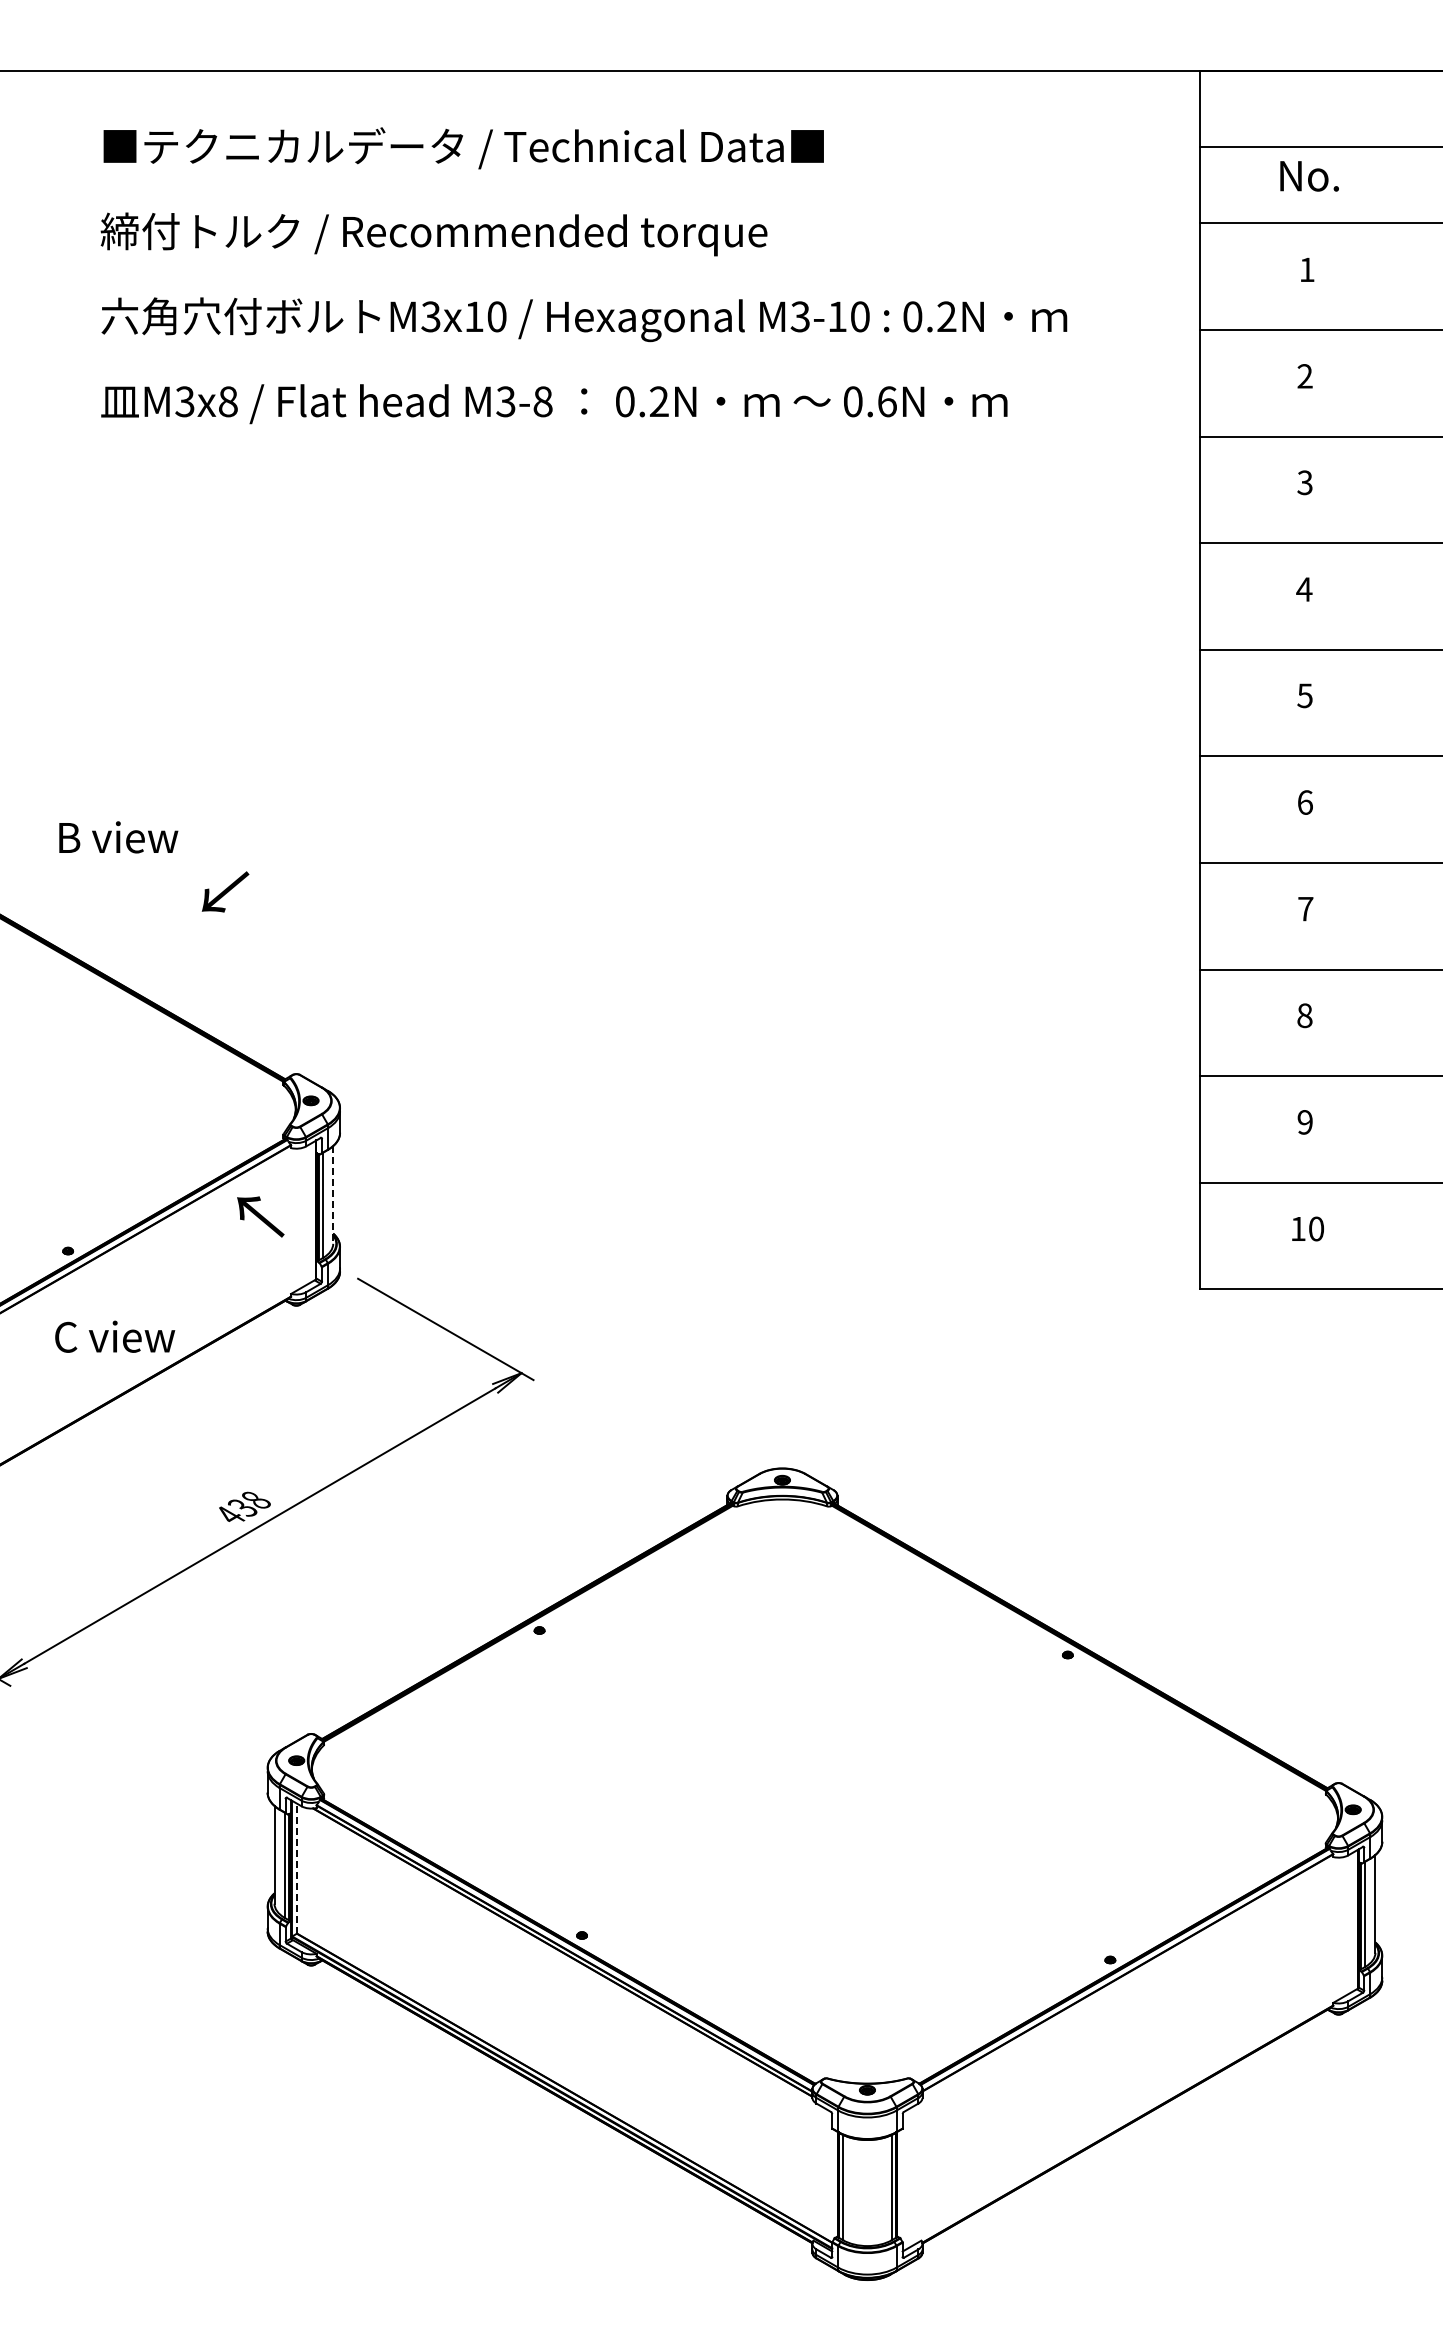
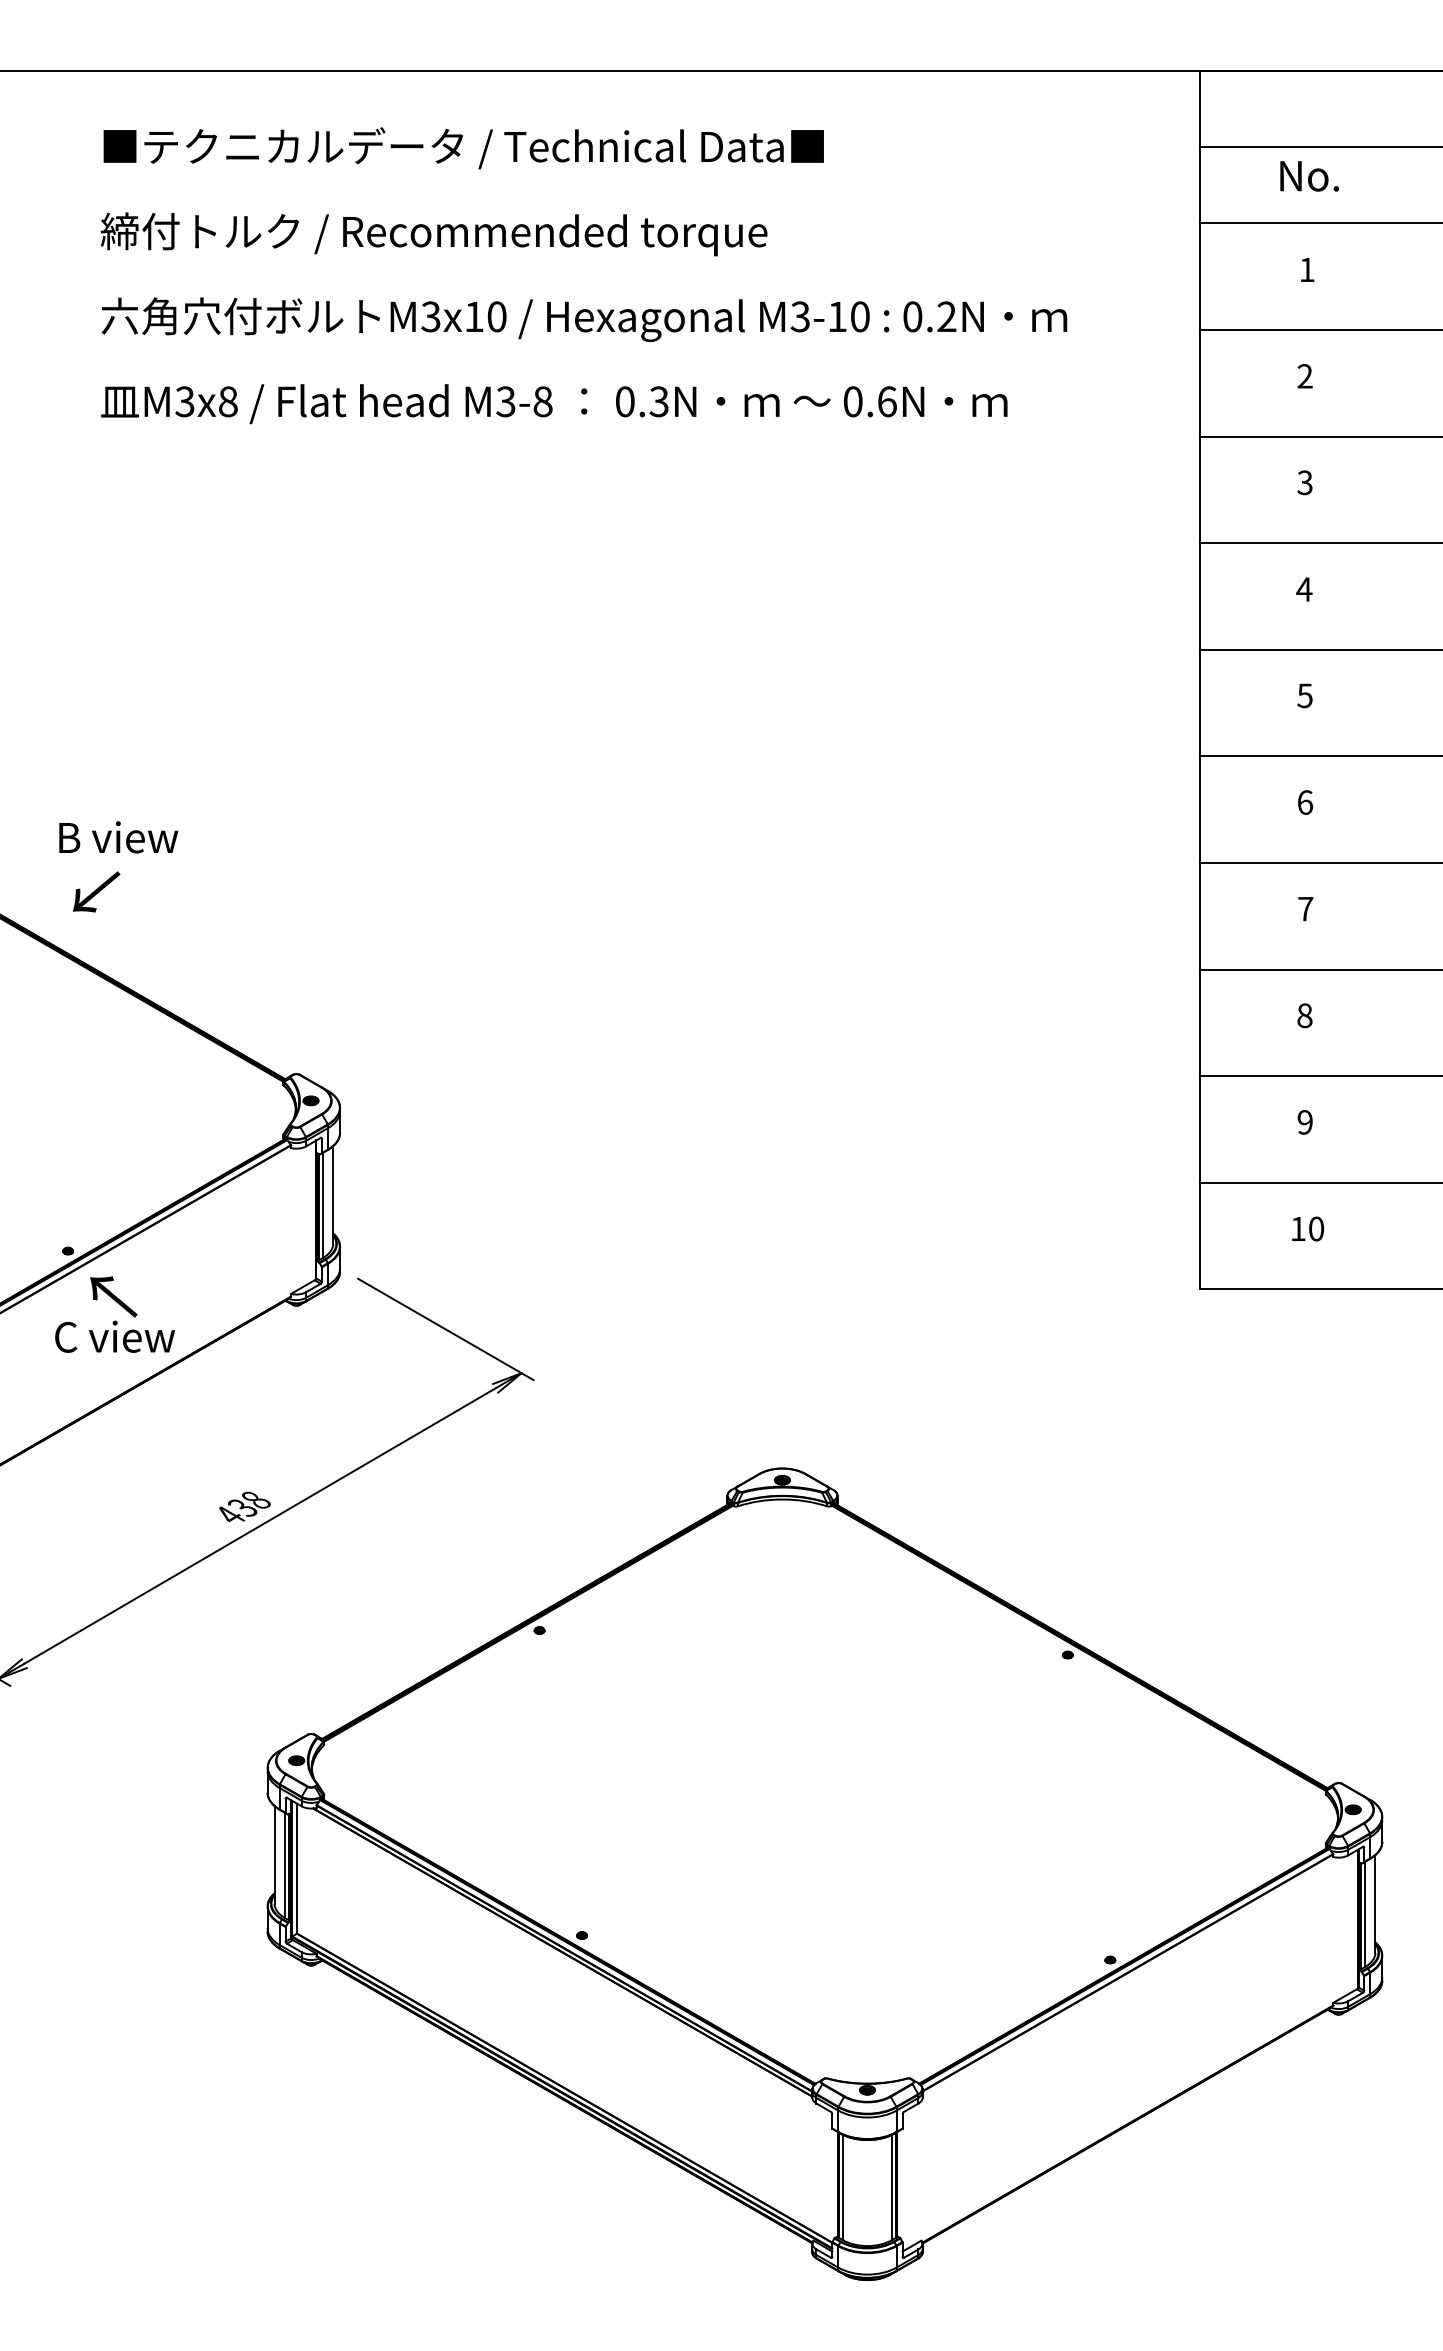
text at (658, 401): 0.2N -> 0.3N
text at (225, 891) position: (225, 891) -> (96, 891)
line at (333, 1195): dashed -> solid
text at (260, 1216) position: (260, 1216) -> (113, 1296)
line at (297, 1868): dashed -> solid
